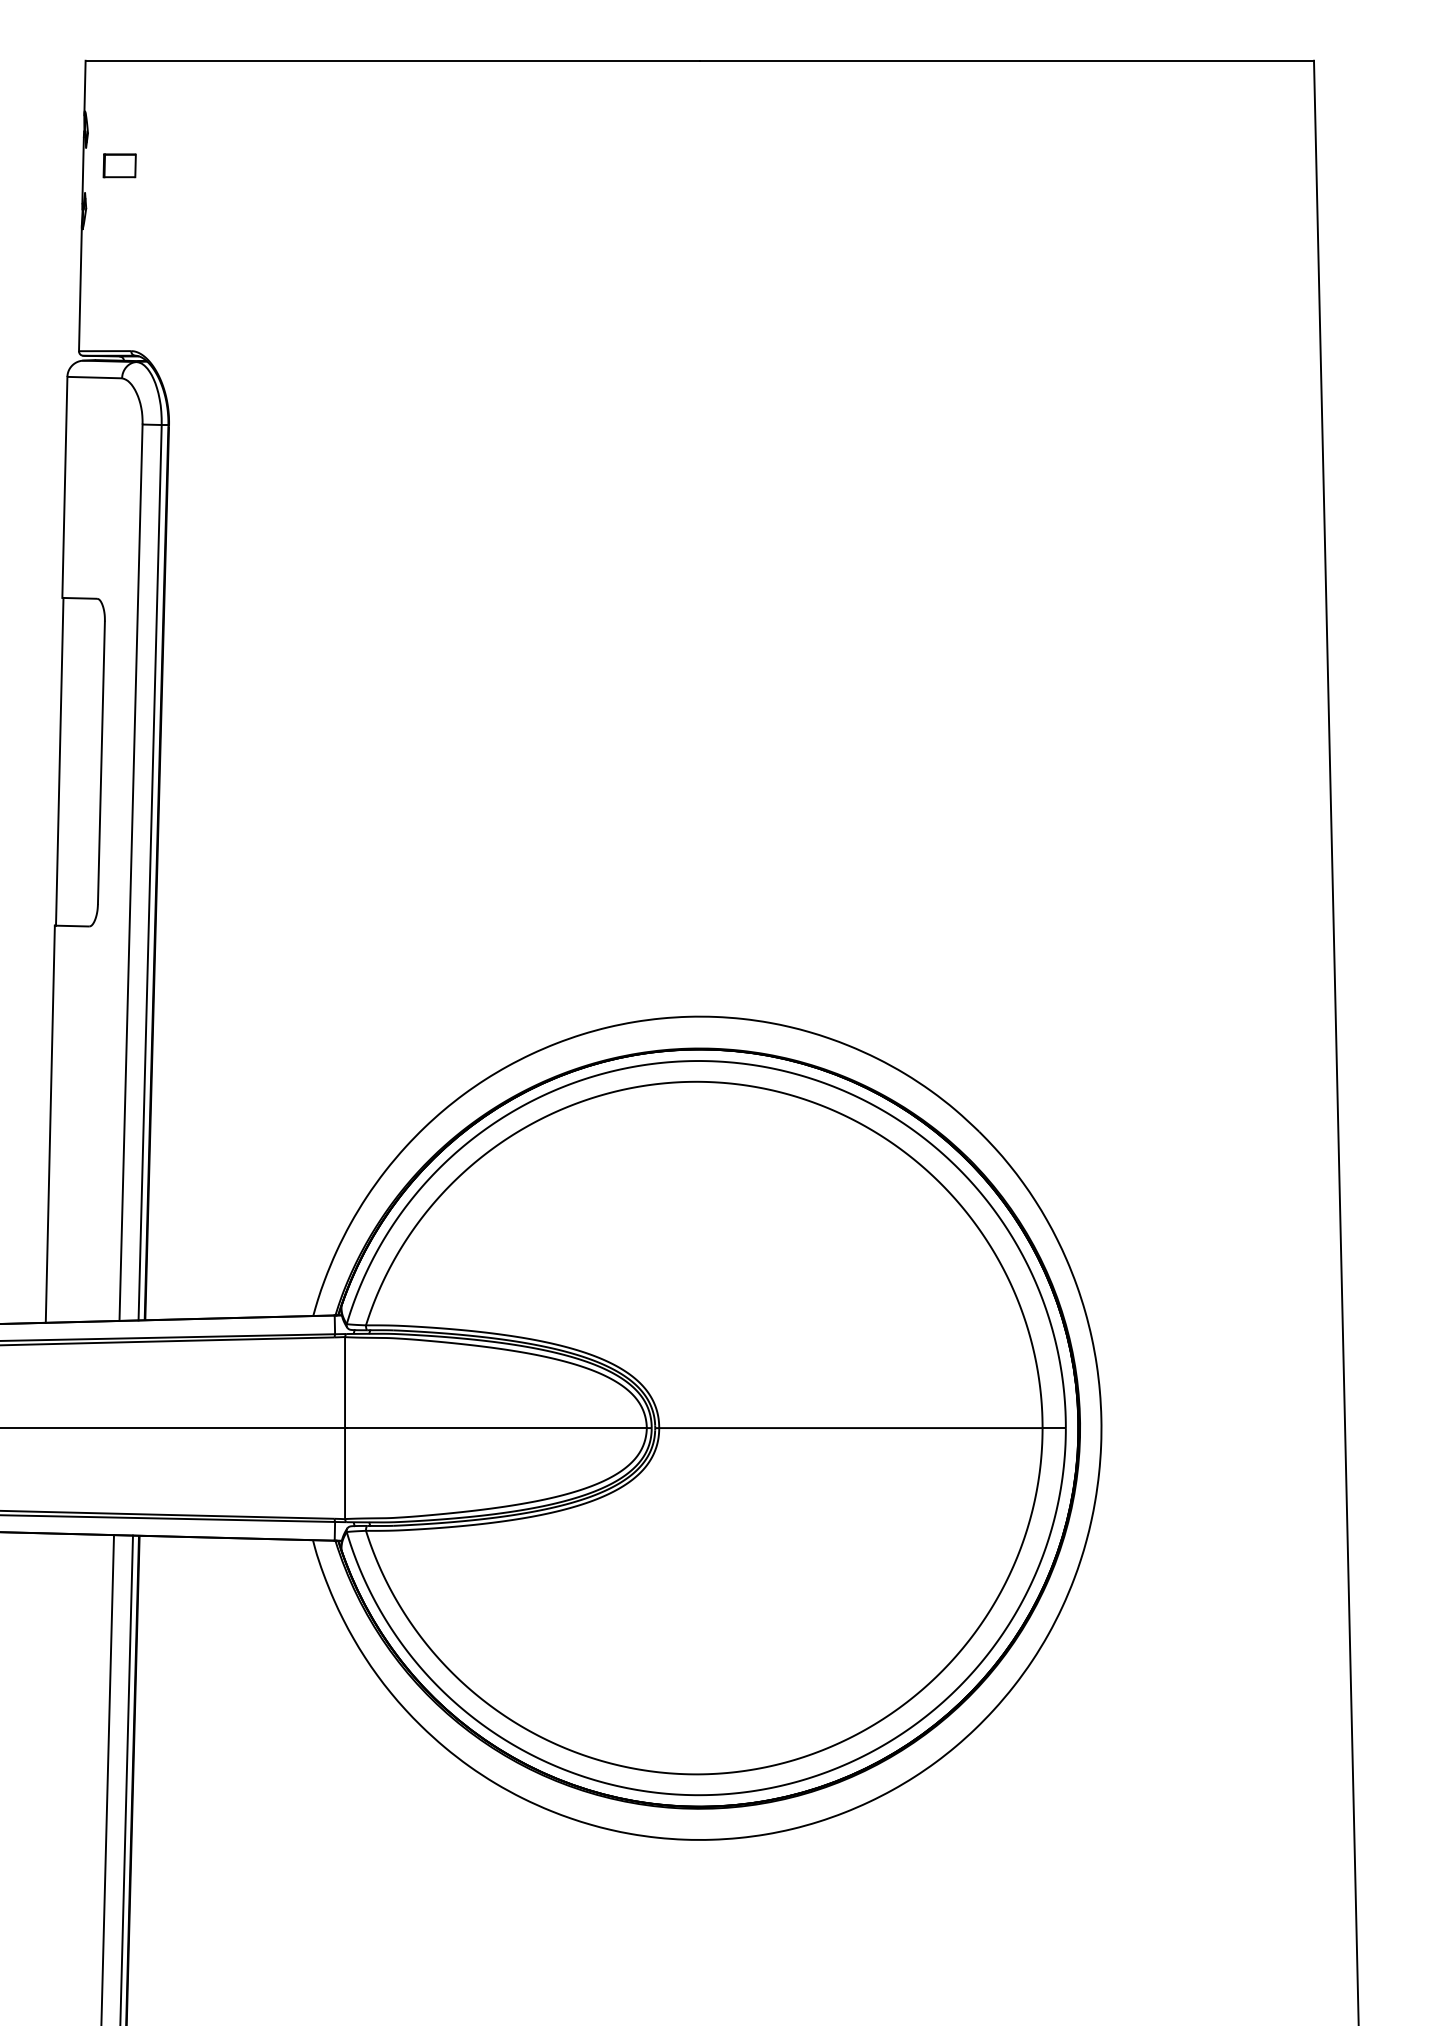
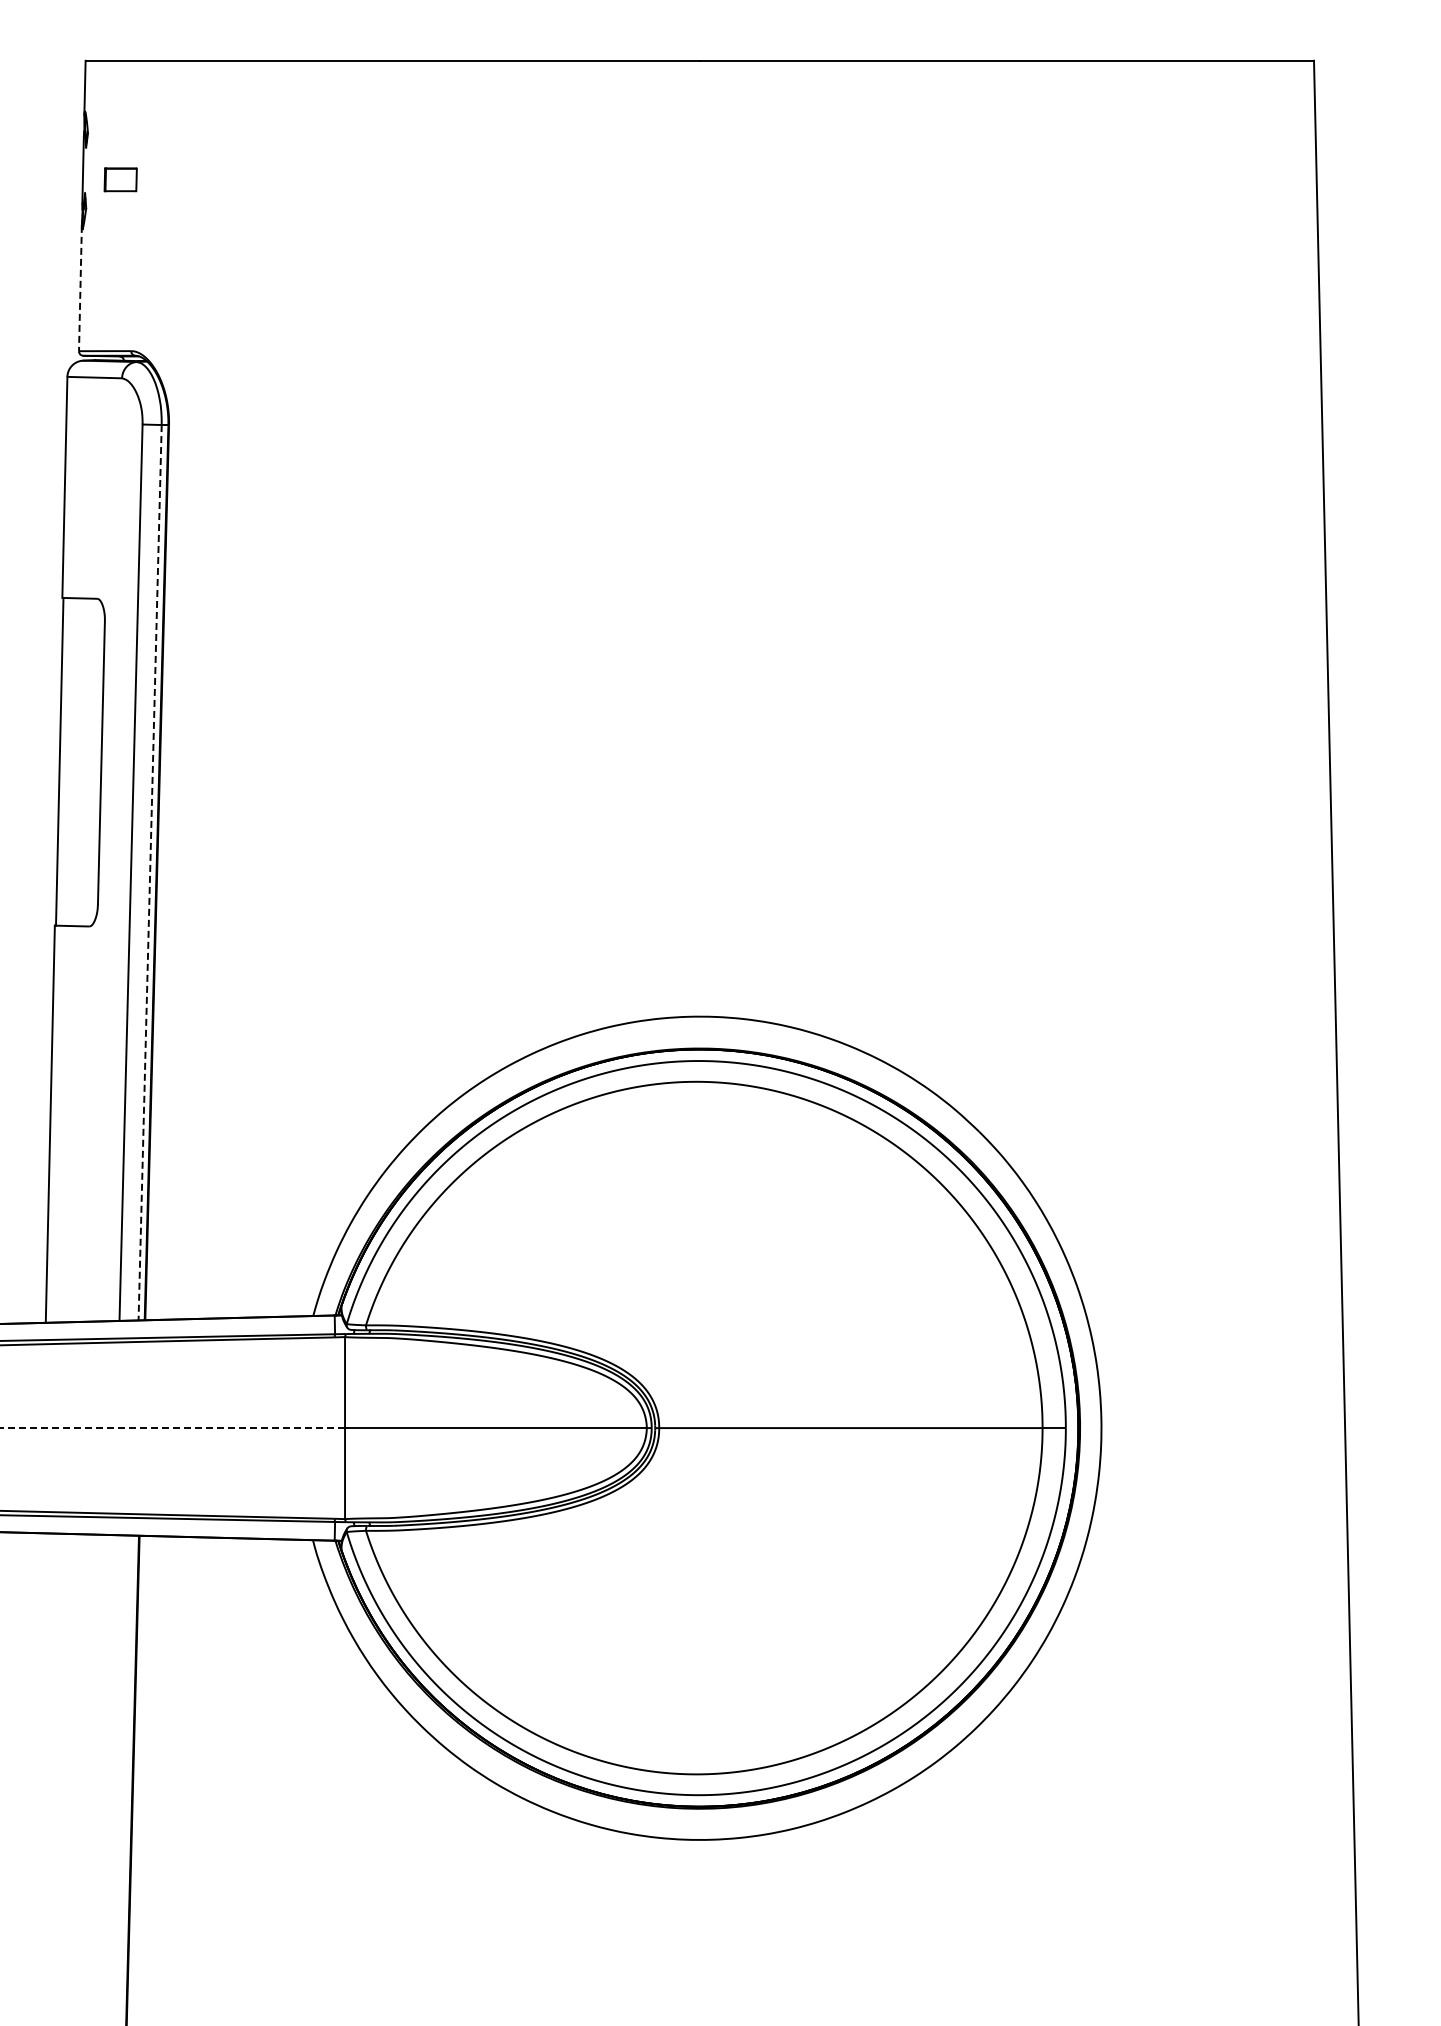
part at (119, 165) position: (119, 165) -> (120, 179)
line at (80, 288): solid -> dashed
line at (150, 872): solid -> dashed
line at (172, 1428): solid -> dashed
line at (107, 1778): present -> none
line at (126, 1778): present -> none
